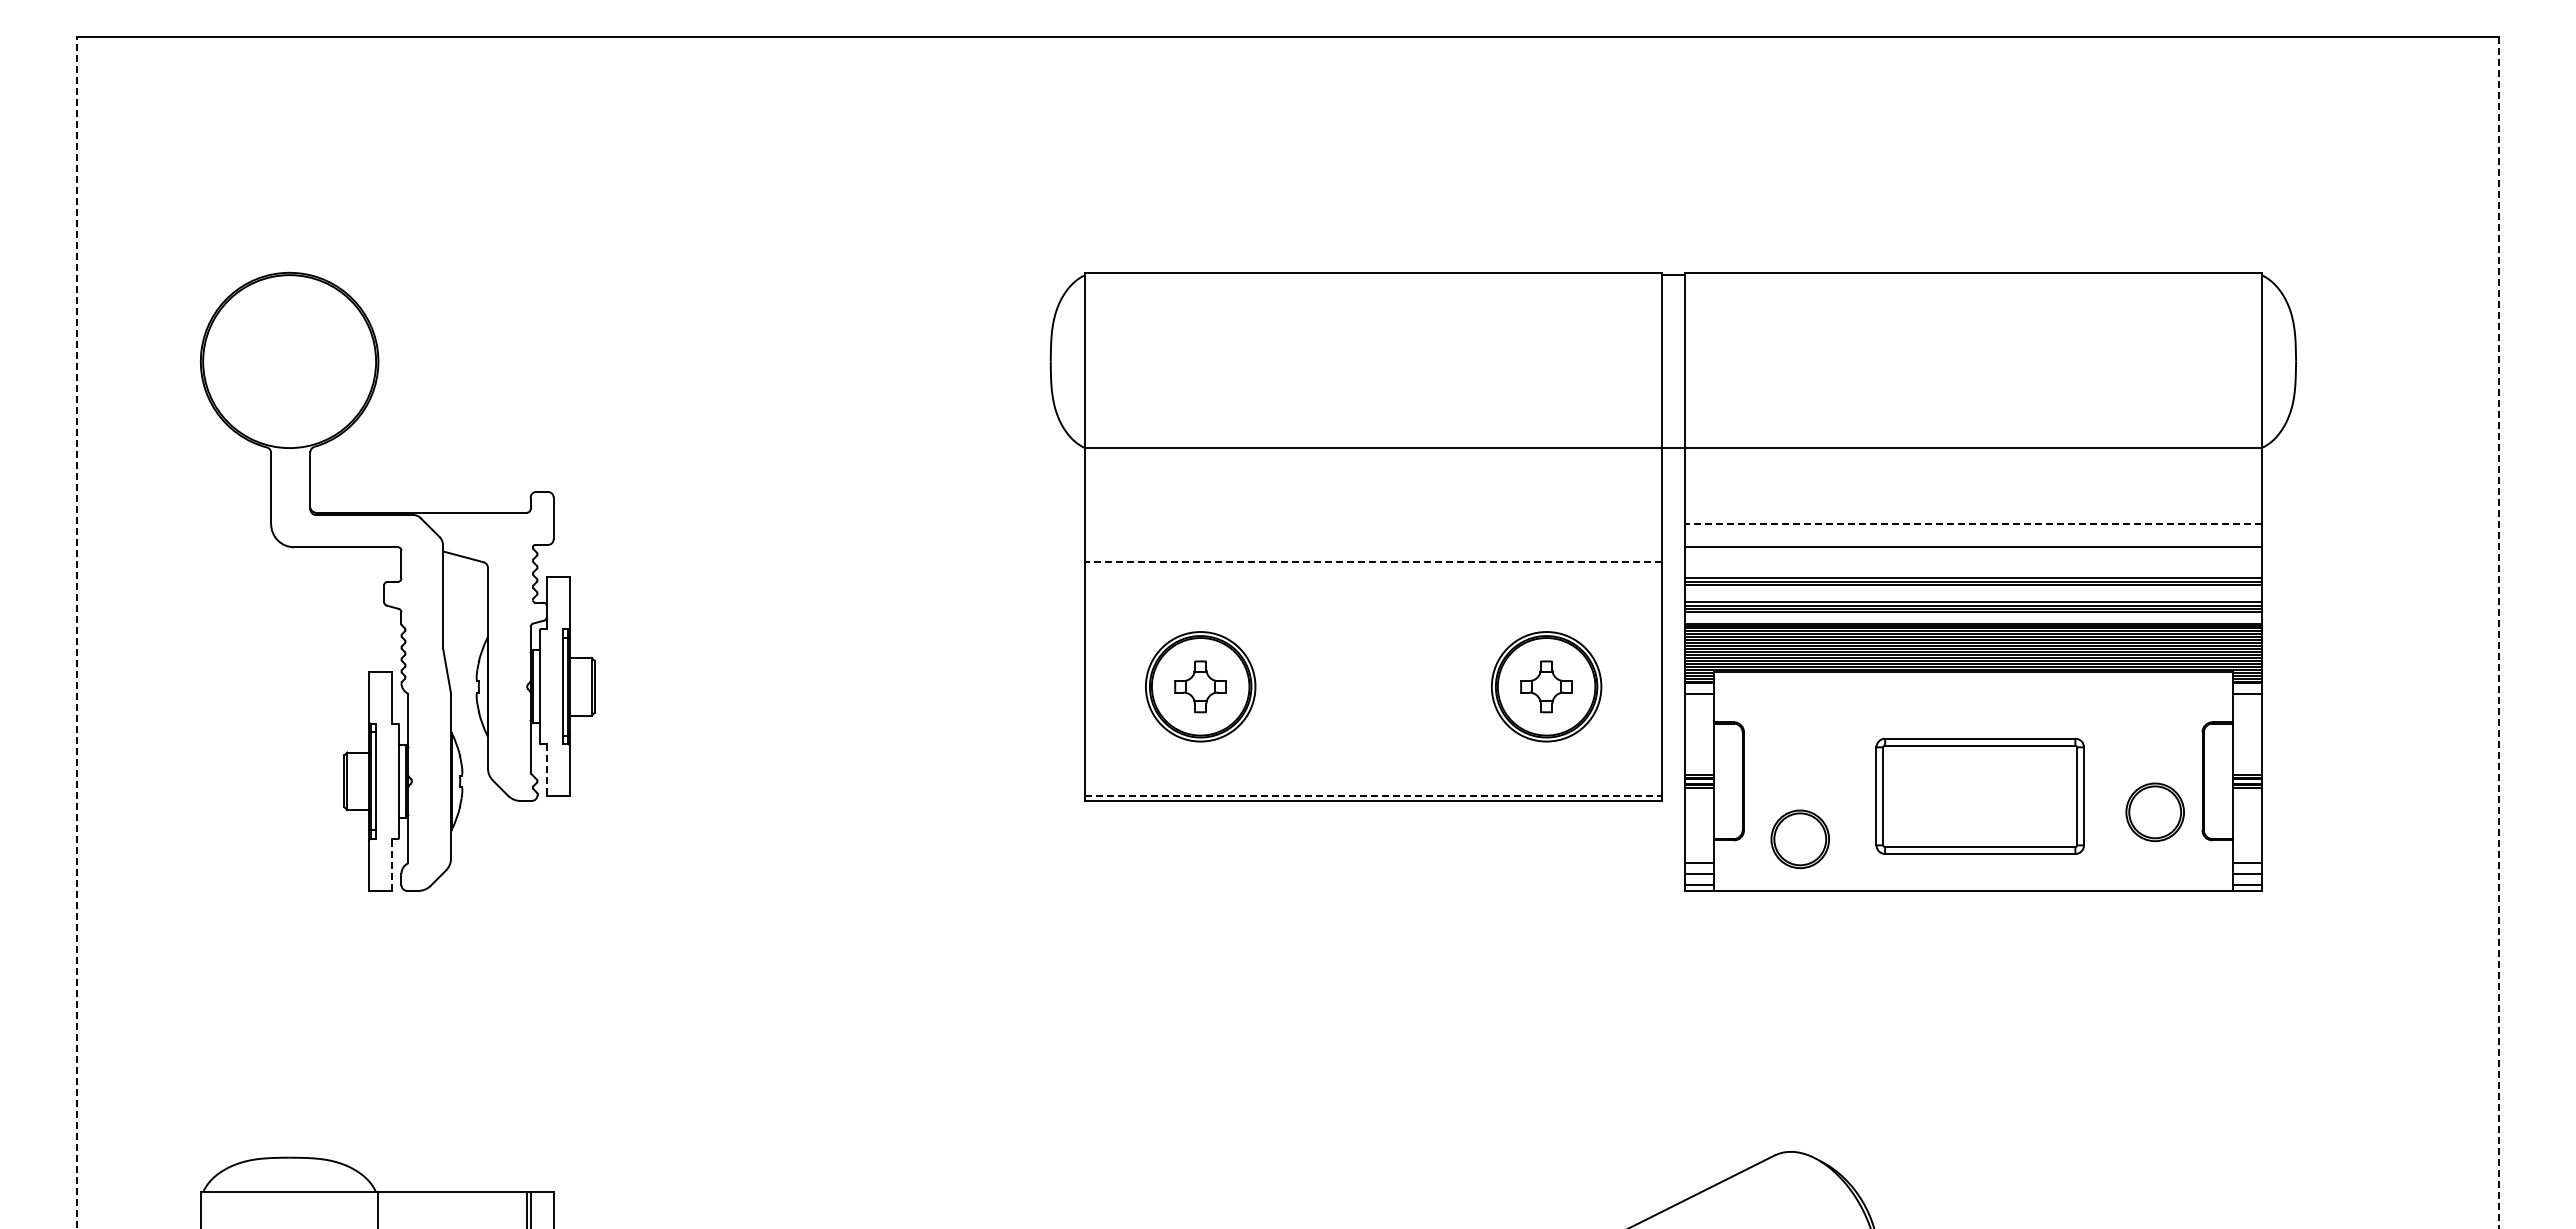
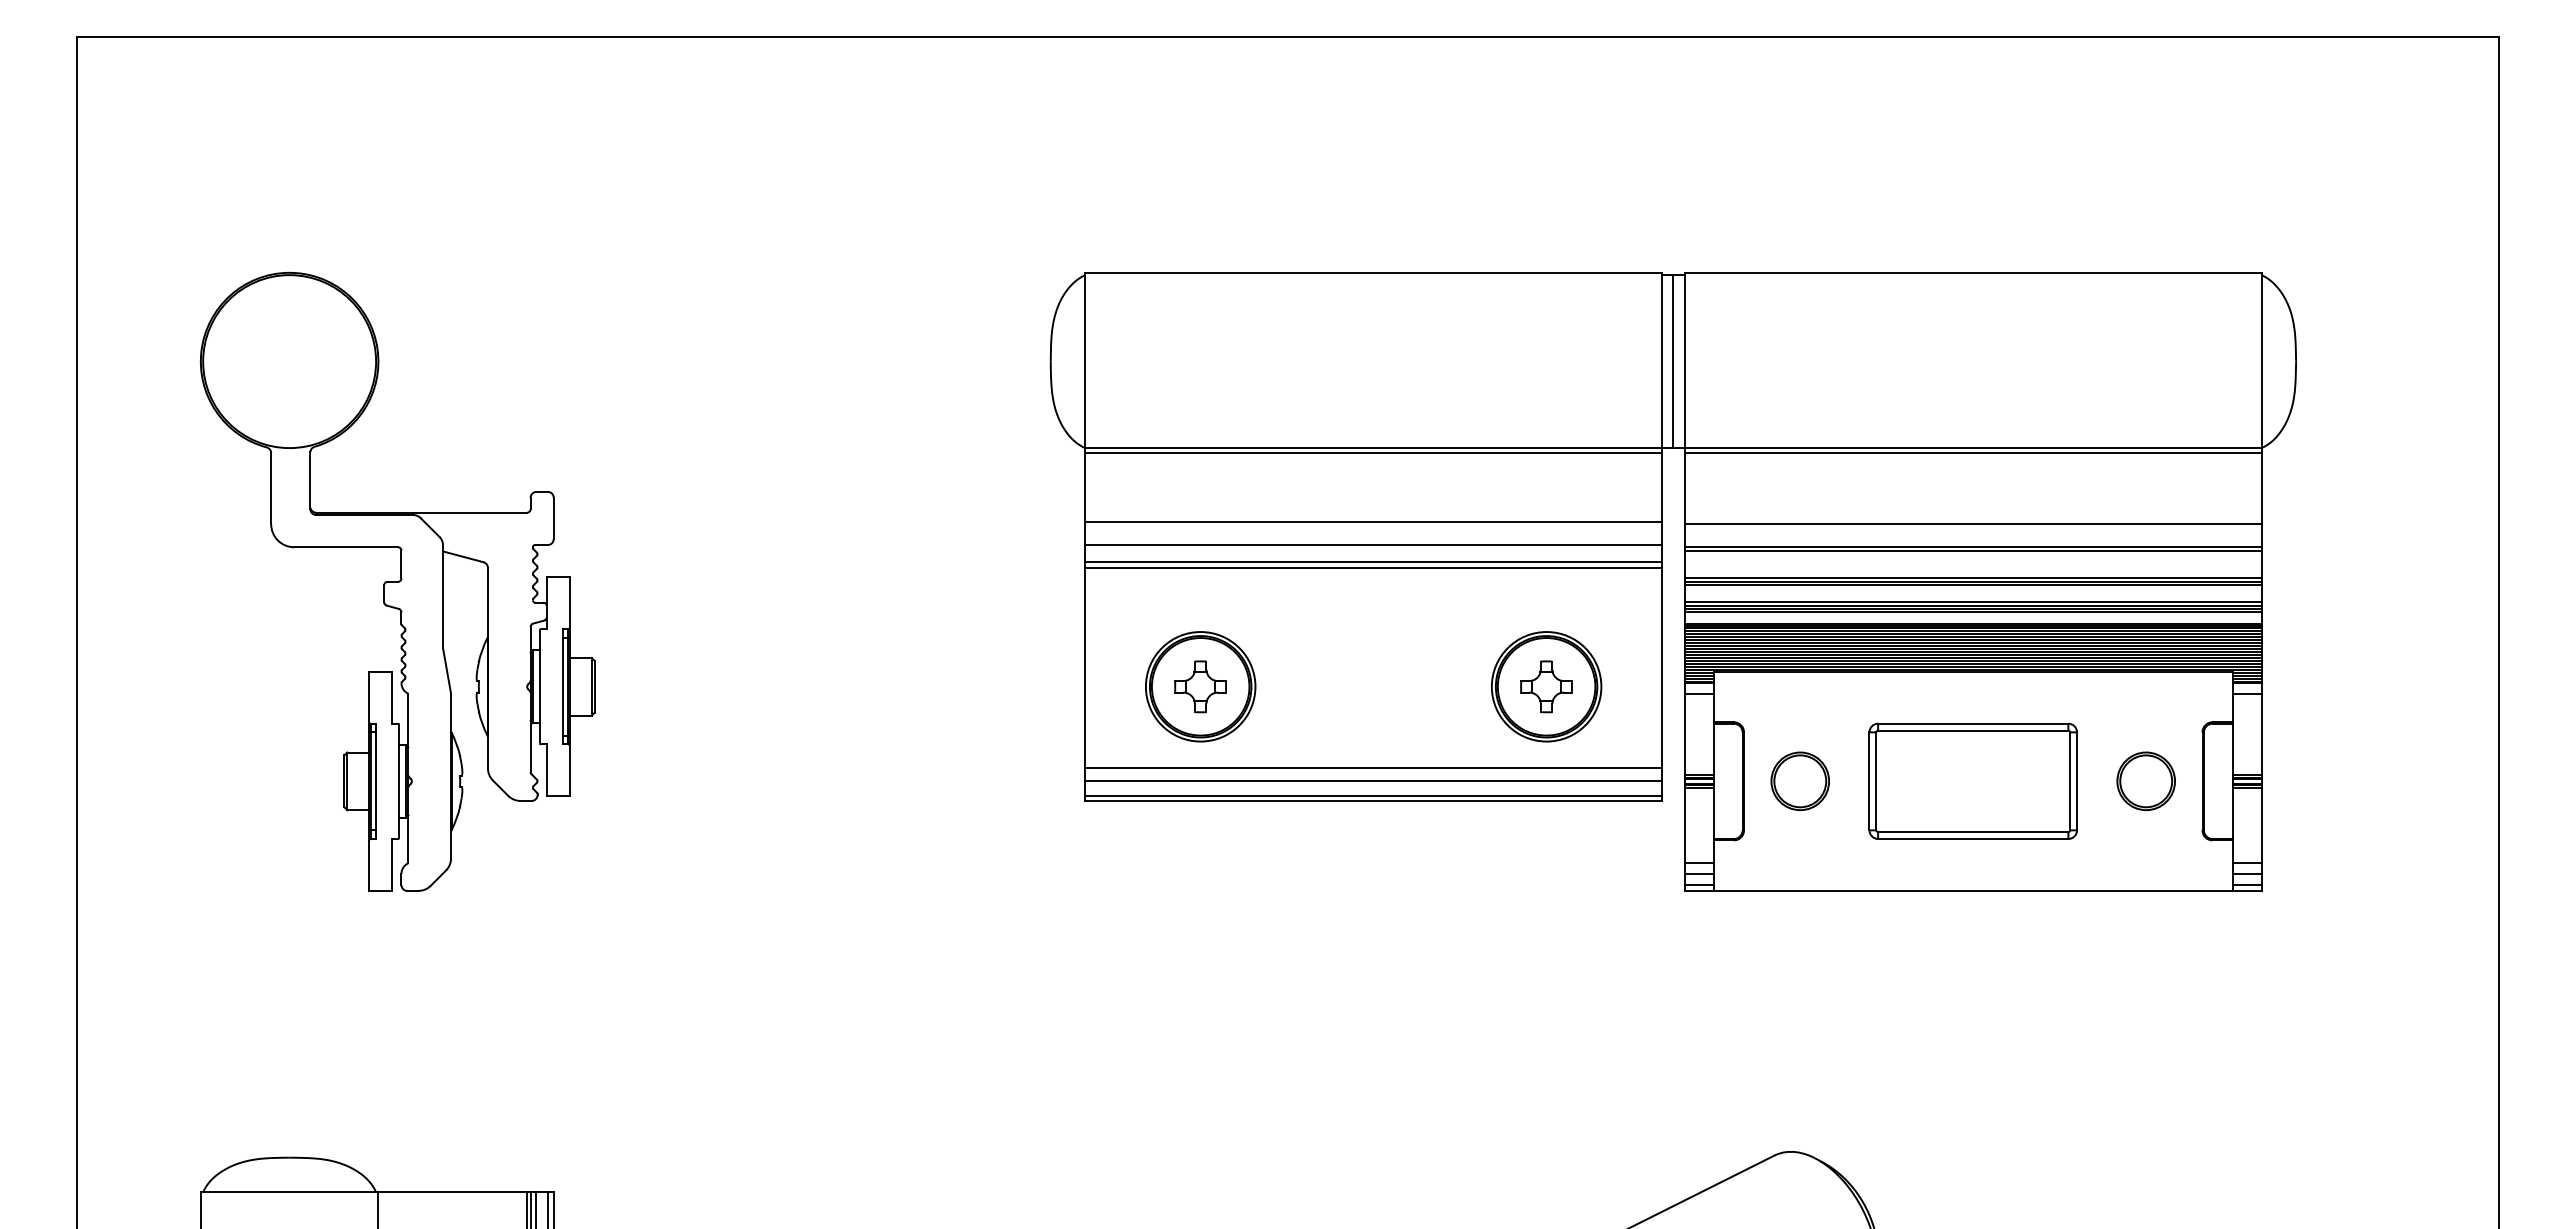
line at (1673, 361): none -> present
line at (1373, 453): none -> present
line at (1972, 453): none -> present
line at (1373, 521): none -> present
line at (1972, 524): dashed -> solid
line at (1373, 544): none -> present
line at (1972, 550): none -> present
line at (1373, 562): dashed -> solid
line at (1373, 567): none -> present
line at (77, 632): dashed -> solid
line at (2498, 632): dashed -> solid
line at (1373, 768): none -> present
line at (546, 770): dashed -> solid
line at (1373, 780): none -> present
line at (1374, 795): dashed -> solid
part at (1979, 795) position: (1979, 795) -> (1972, 780)
part at (2154, 812) position: (2154, 812) -> (2145, 781)
part at (1799, 839) position: (1799, 839) -> (1799, 781)
line at (392, 864): dashed -> solid
line at (536, 1208): none -> present
line at (547, 1208): none -> present
